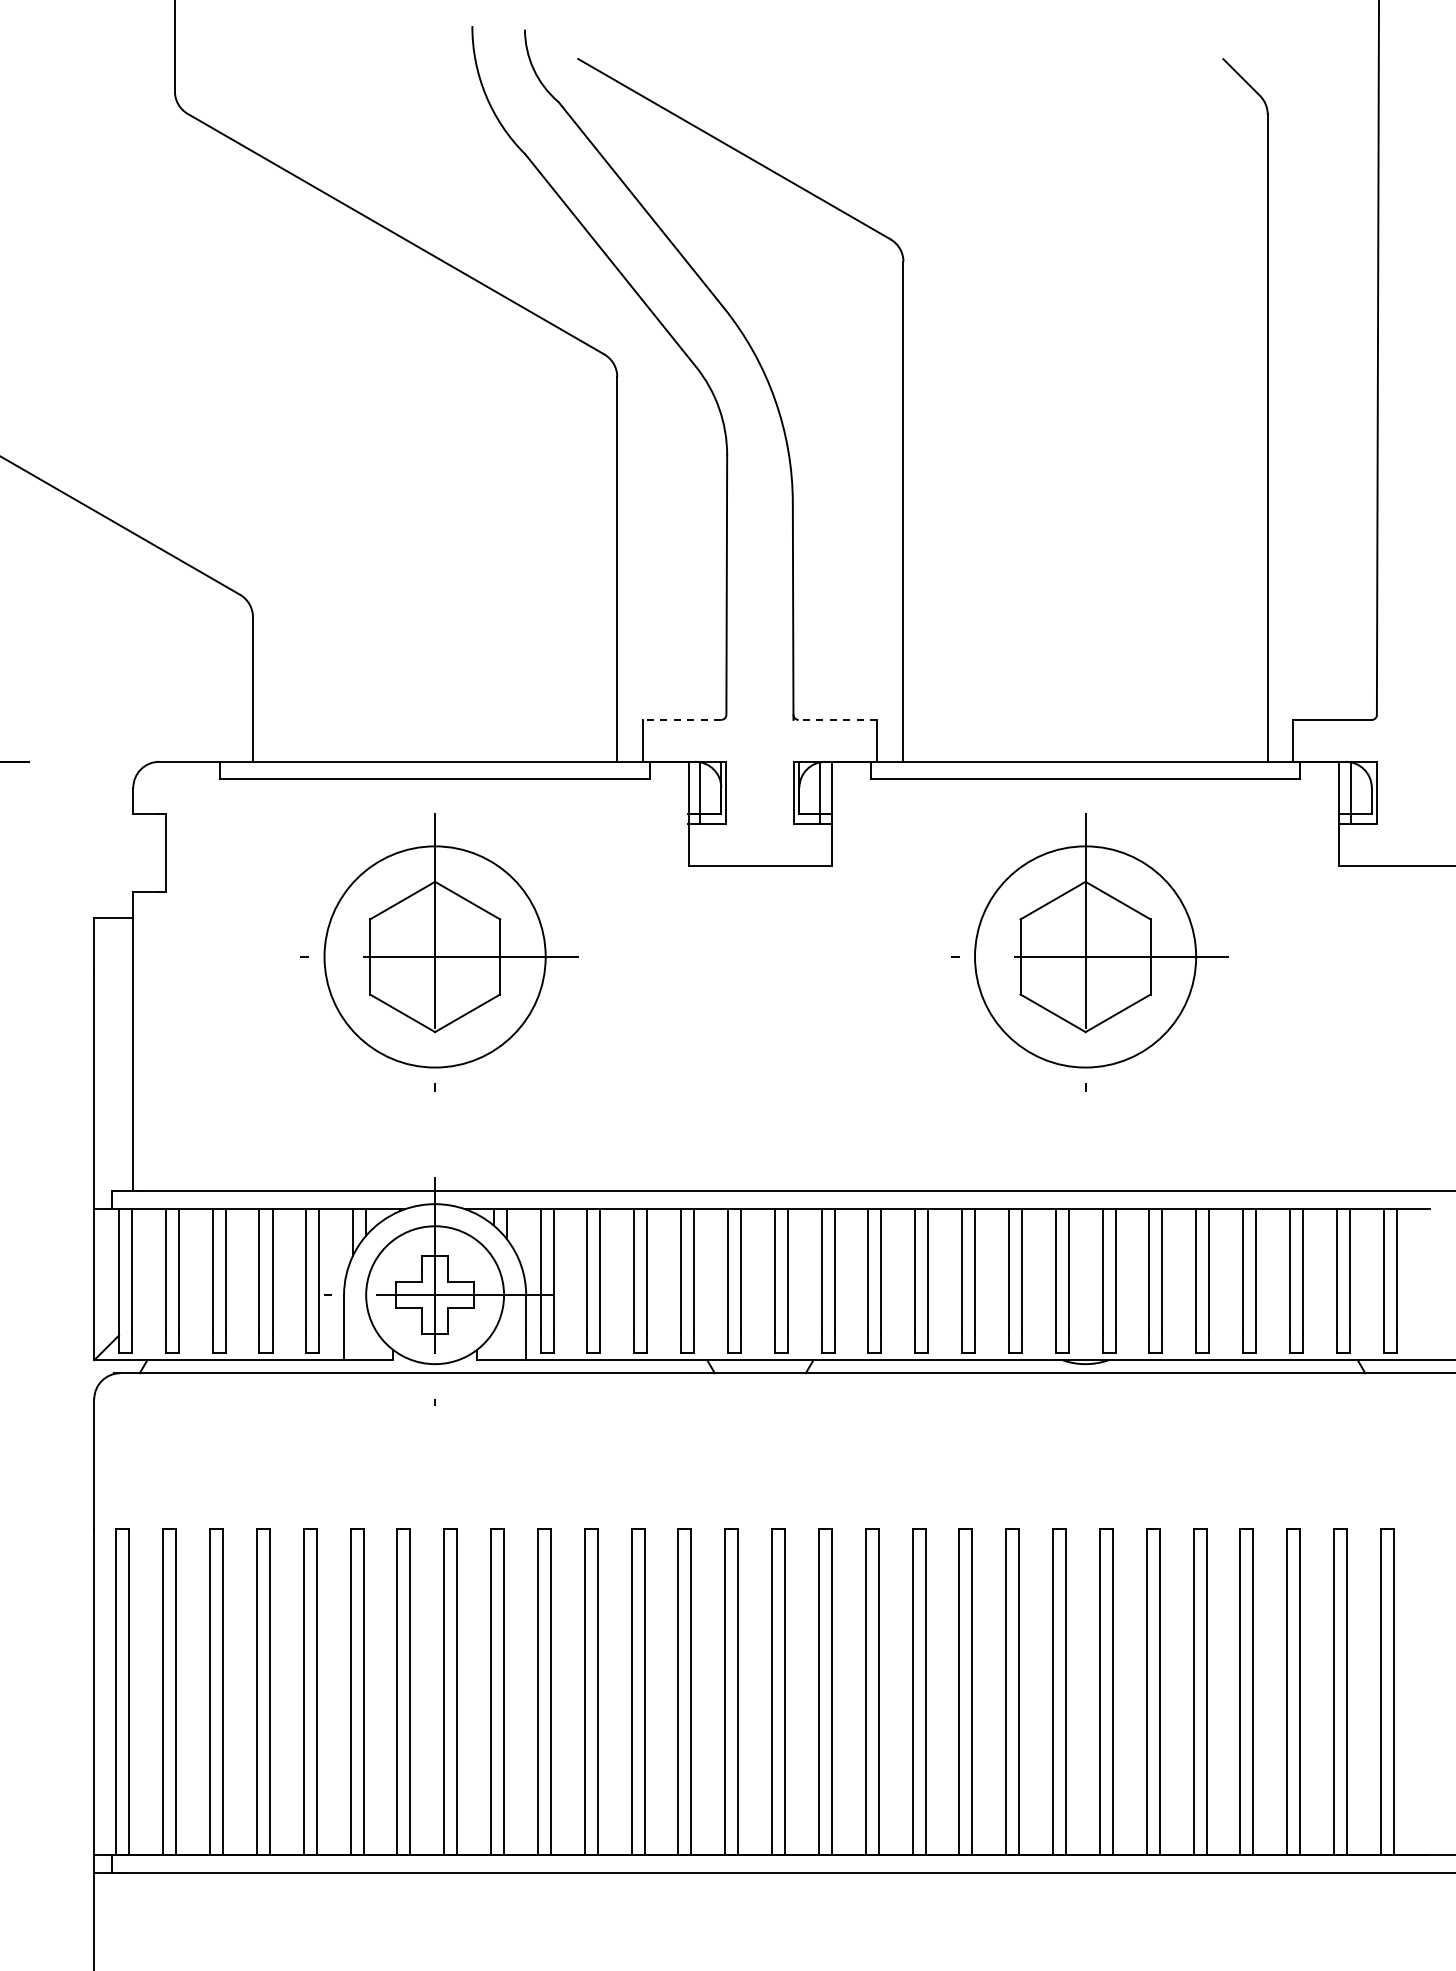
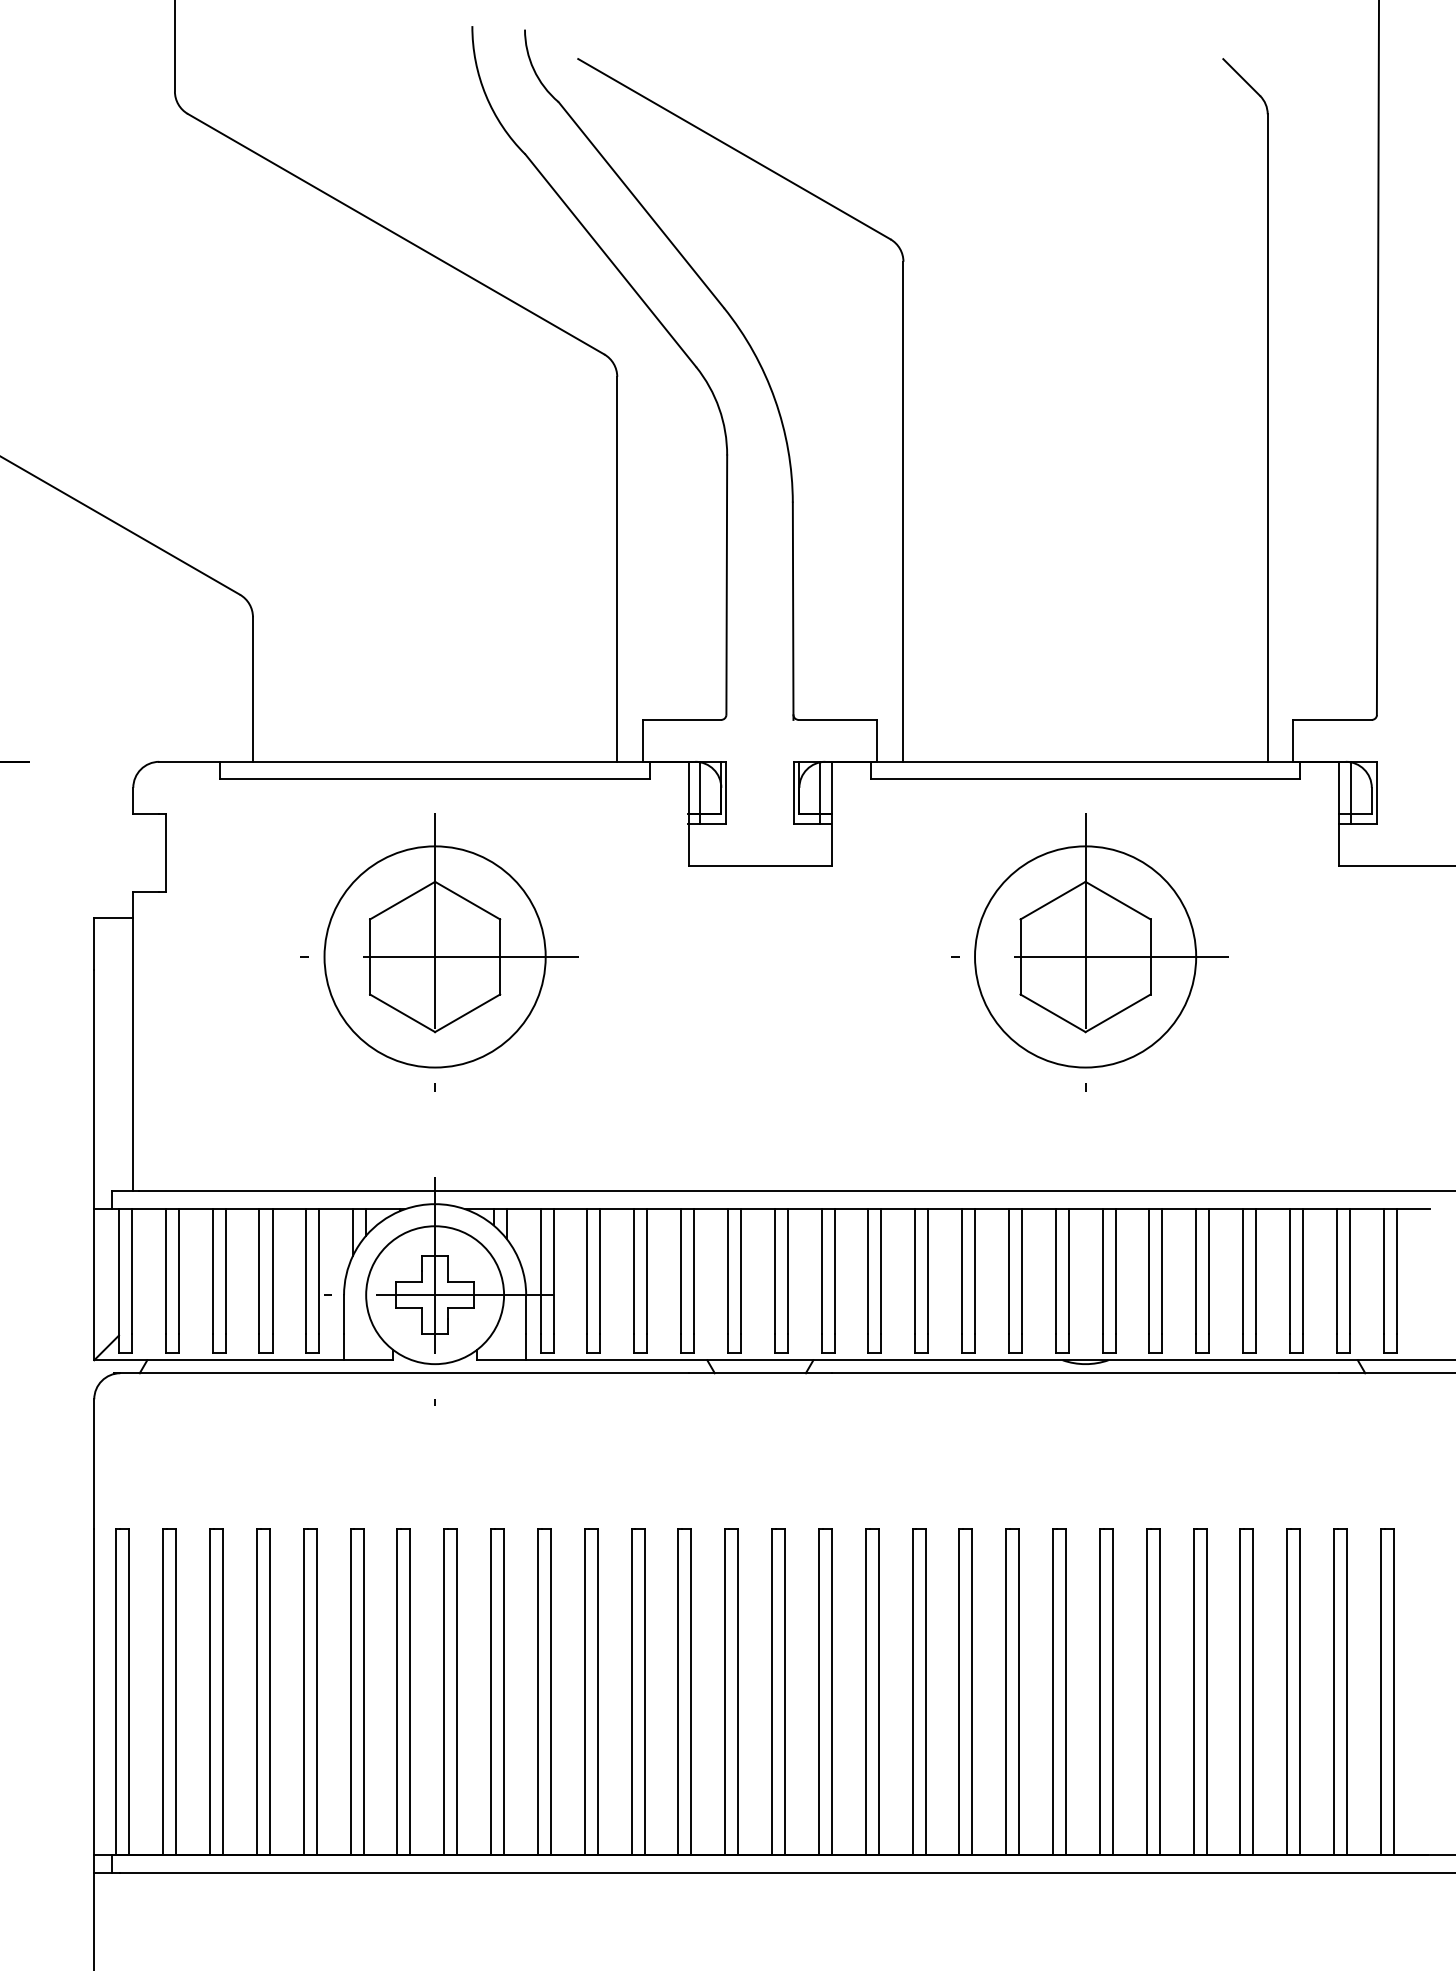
line at (681, 719): dashed -> solid
line at (837, 719): dashed -> solid
